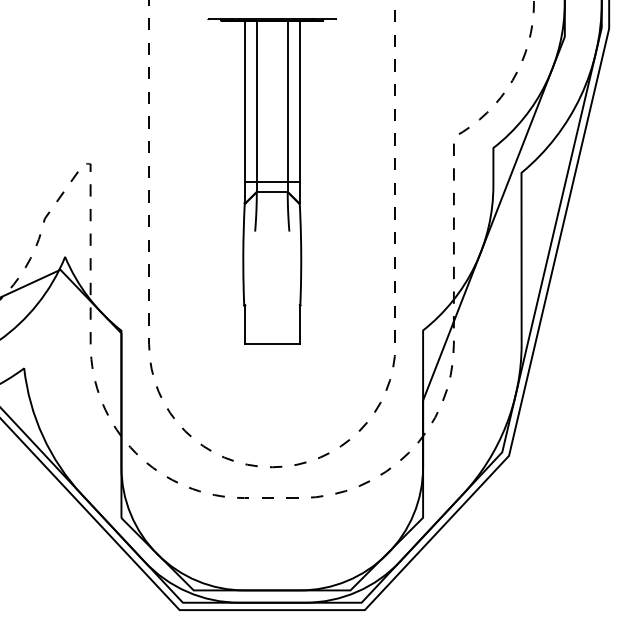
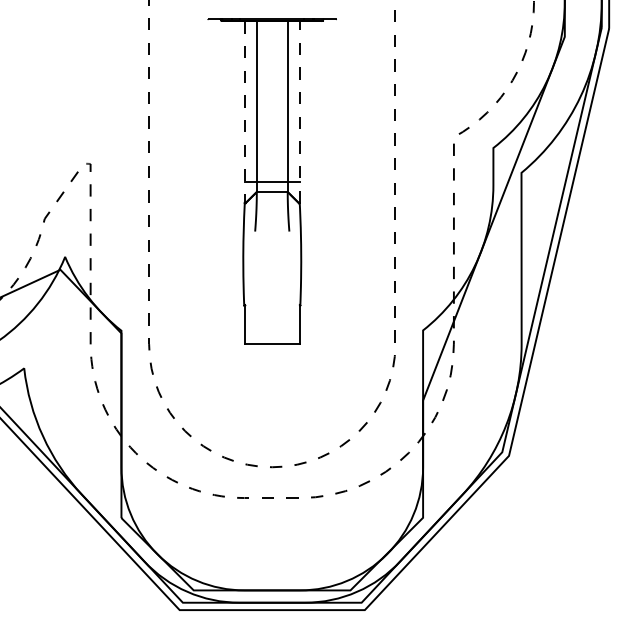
line at (244, 112): solid -> dashed
line at (299, 112): solid -> dashed
